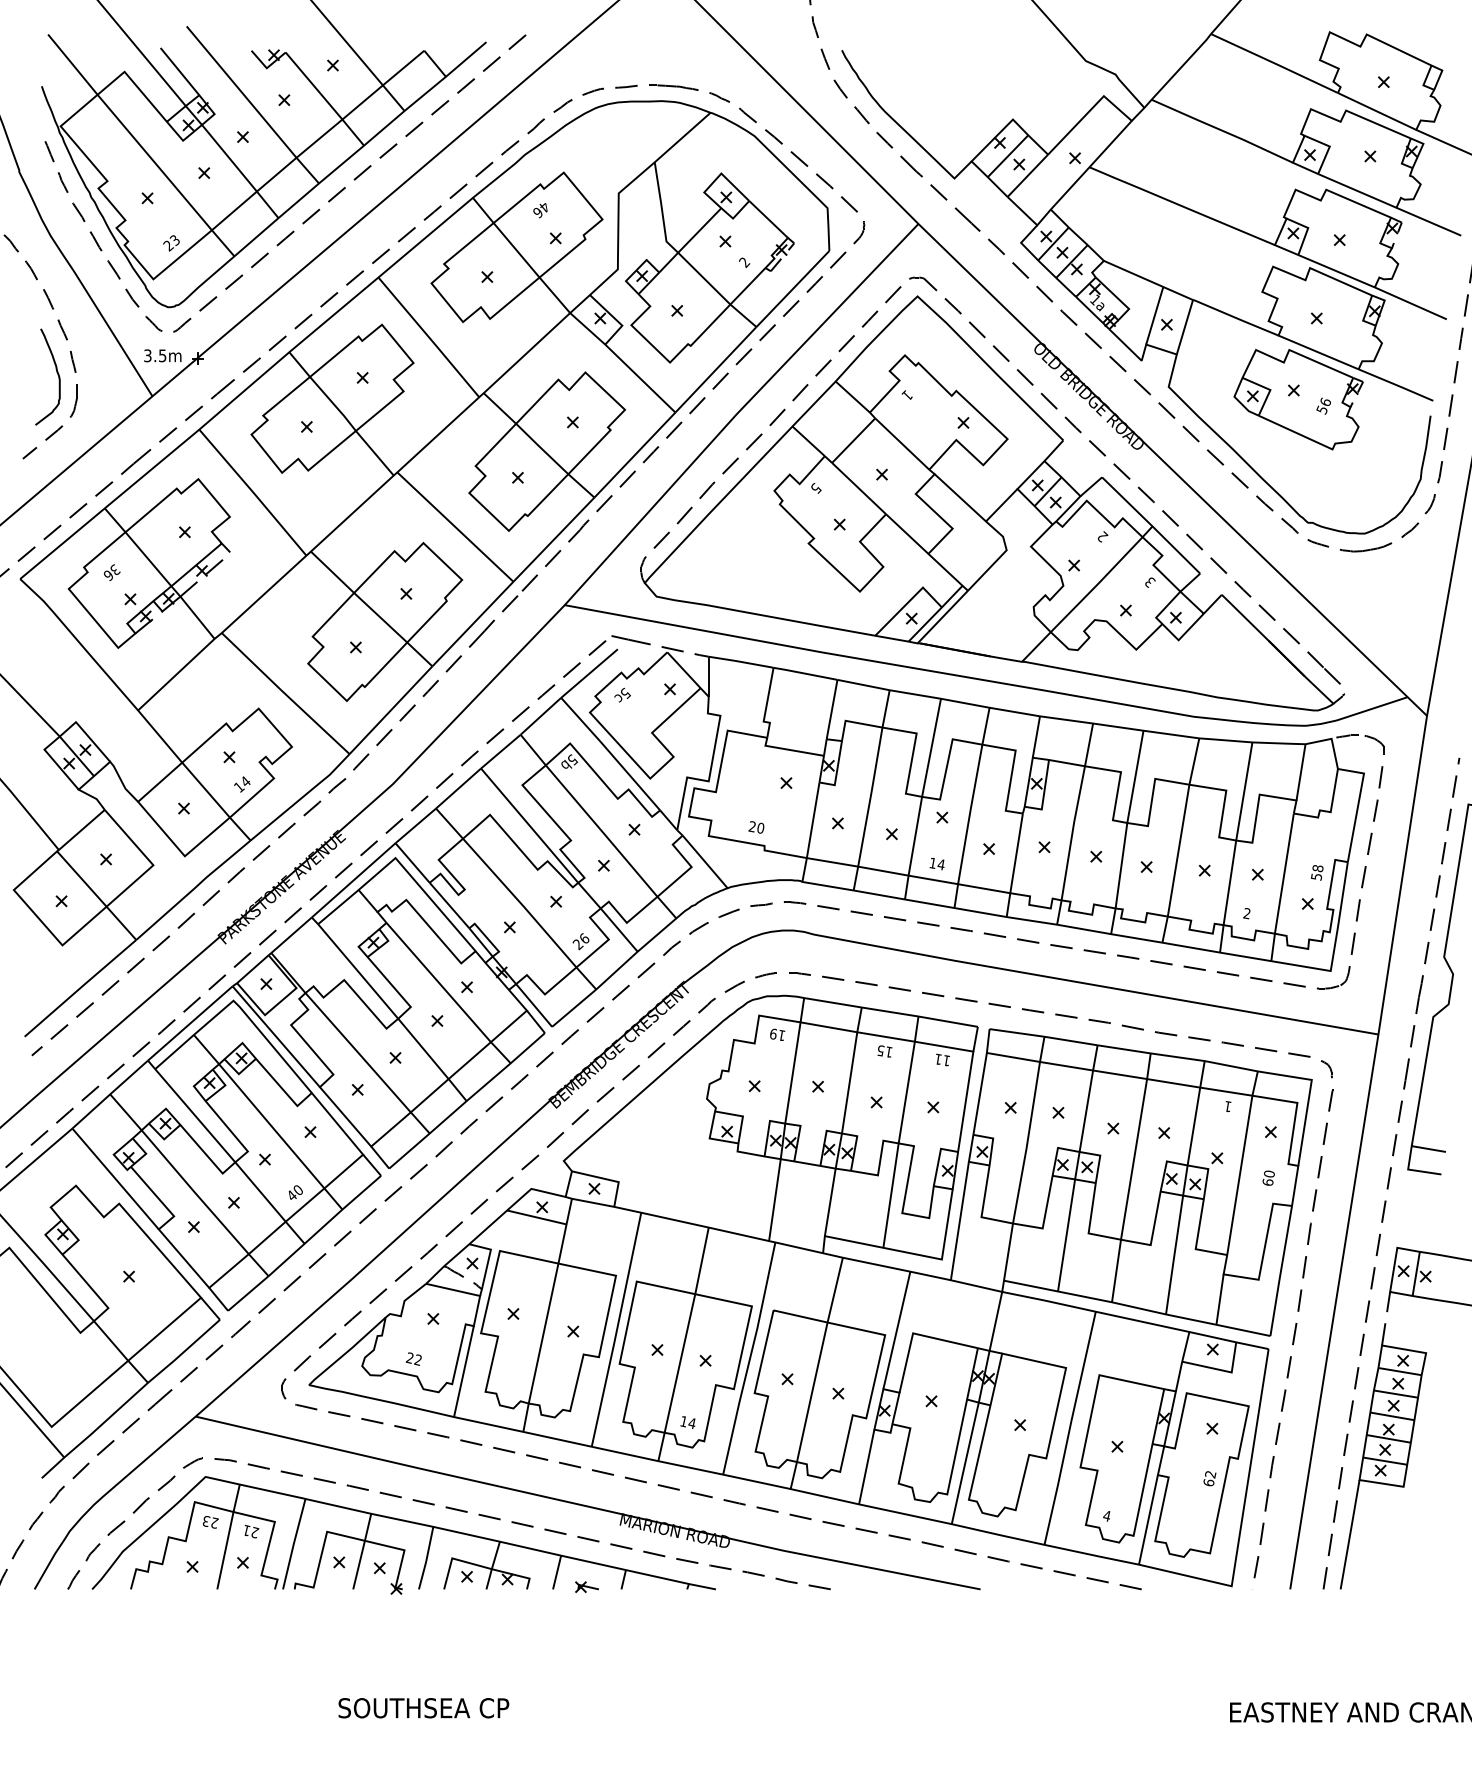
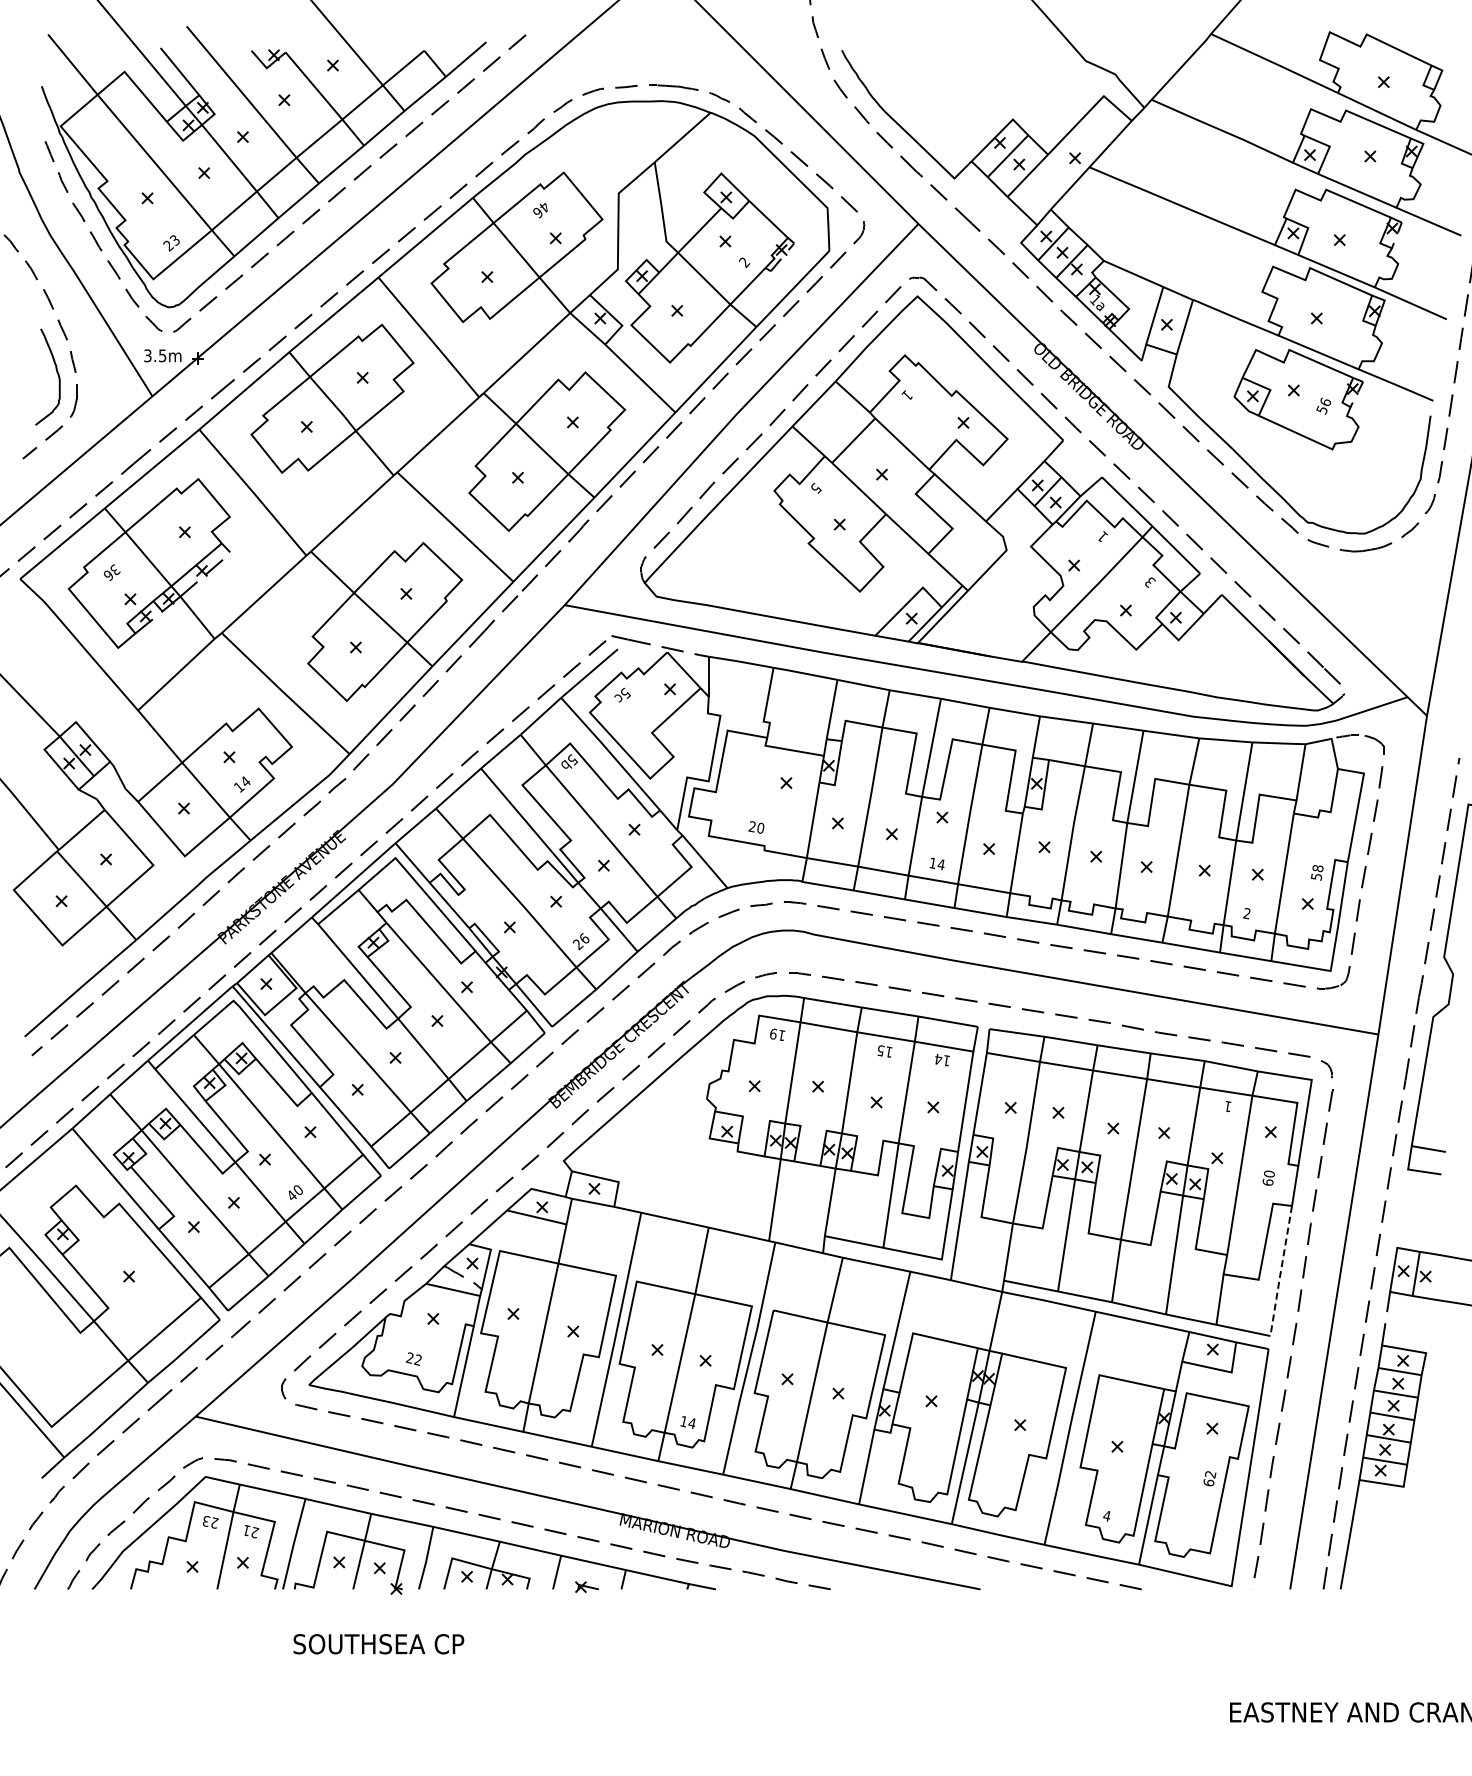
text at (1103, 536): 2 -> 1
text at (938, 1058): 11 -> 14
line at (1280, 1271): solid -> dashed
text at (423, 1708) position: (423, 1708) -> (378, 1644)
